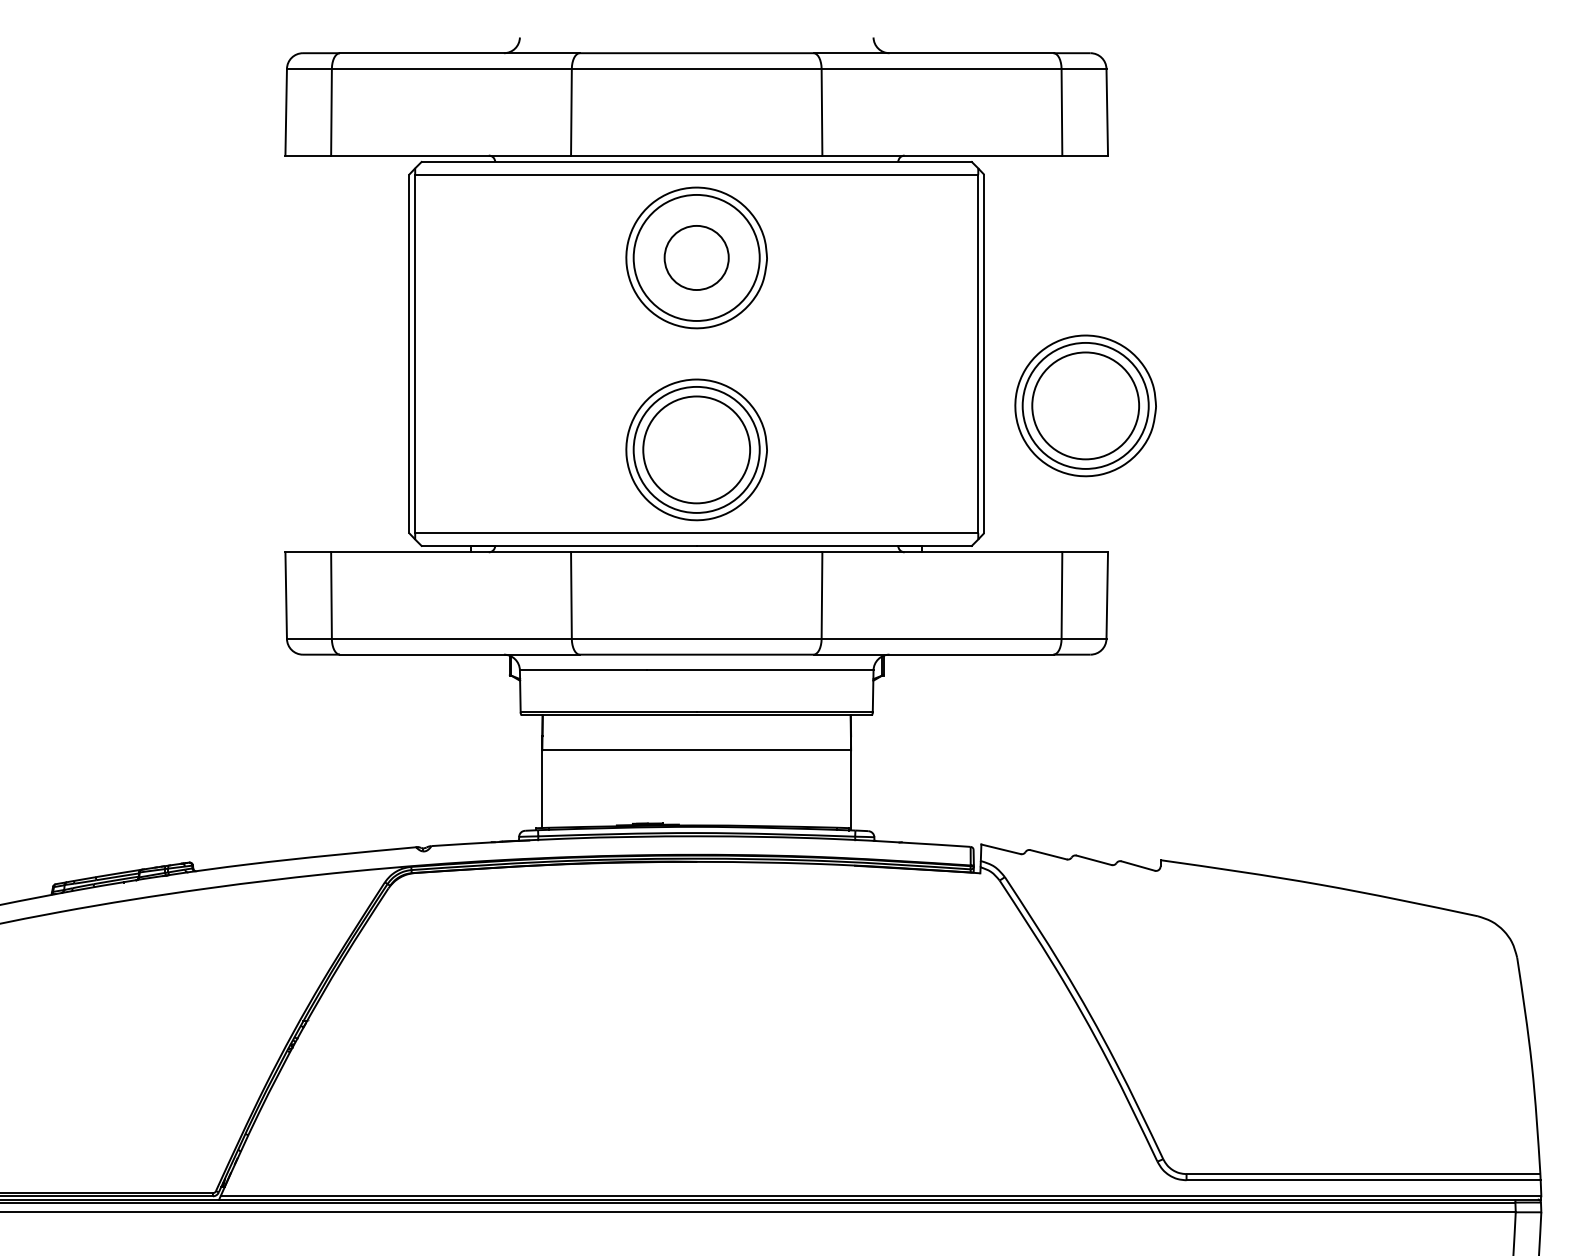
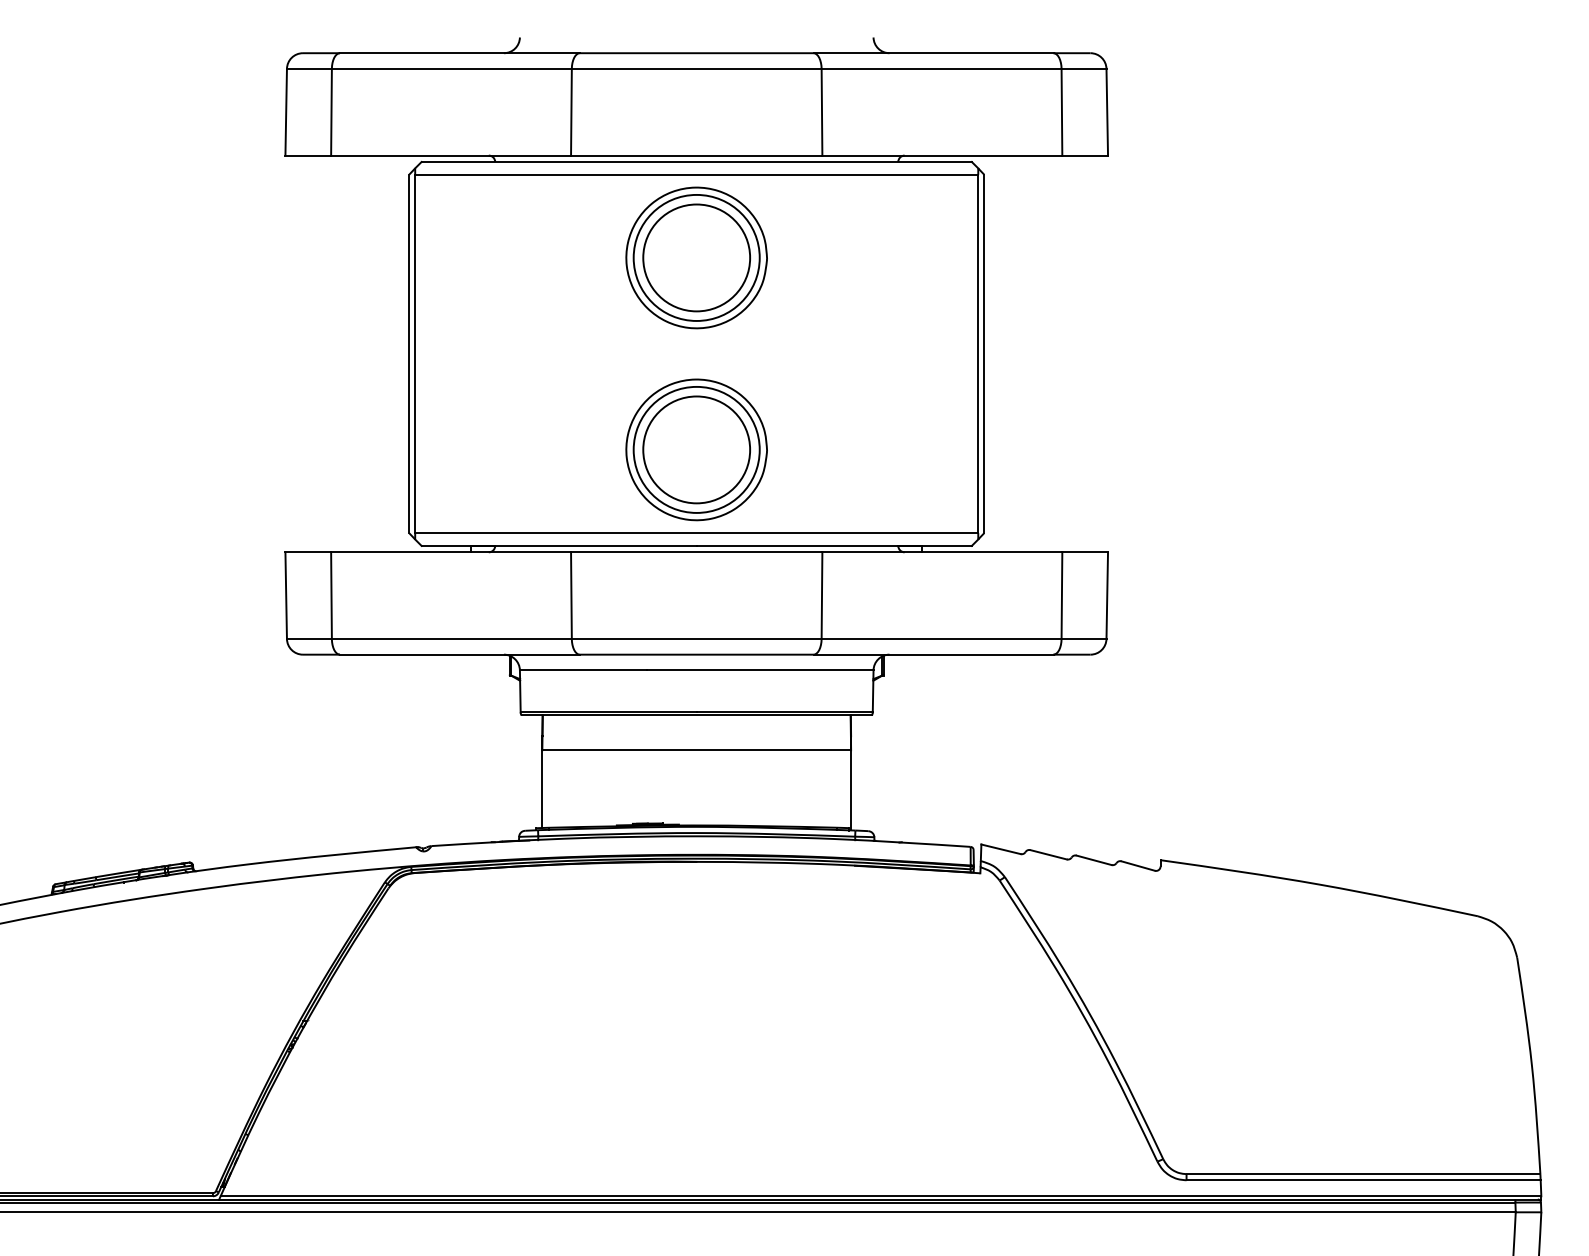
circle at (696, 257) diameter: 64 px -> 107 px
part at (1085, 405): present -> none
